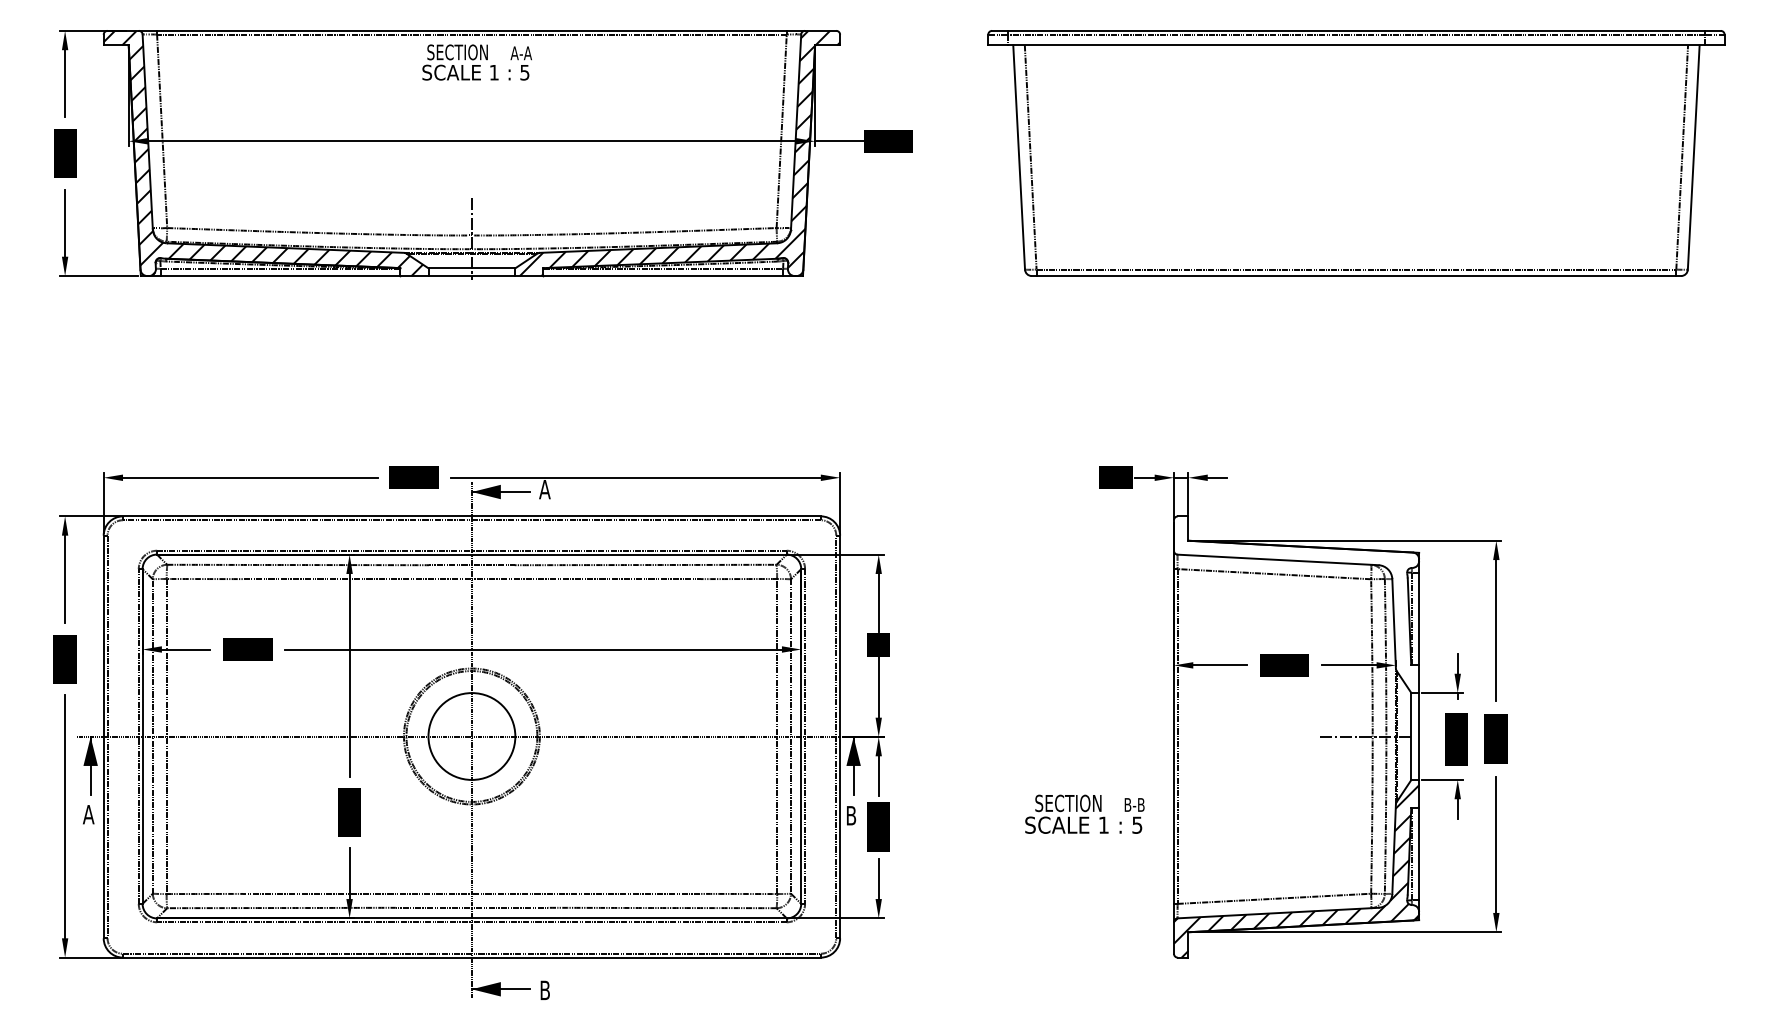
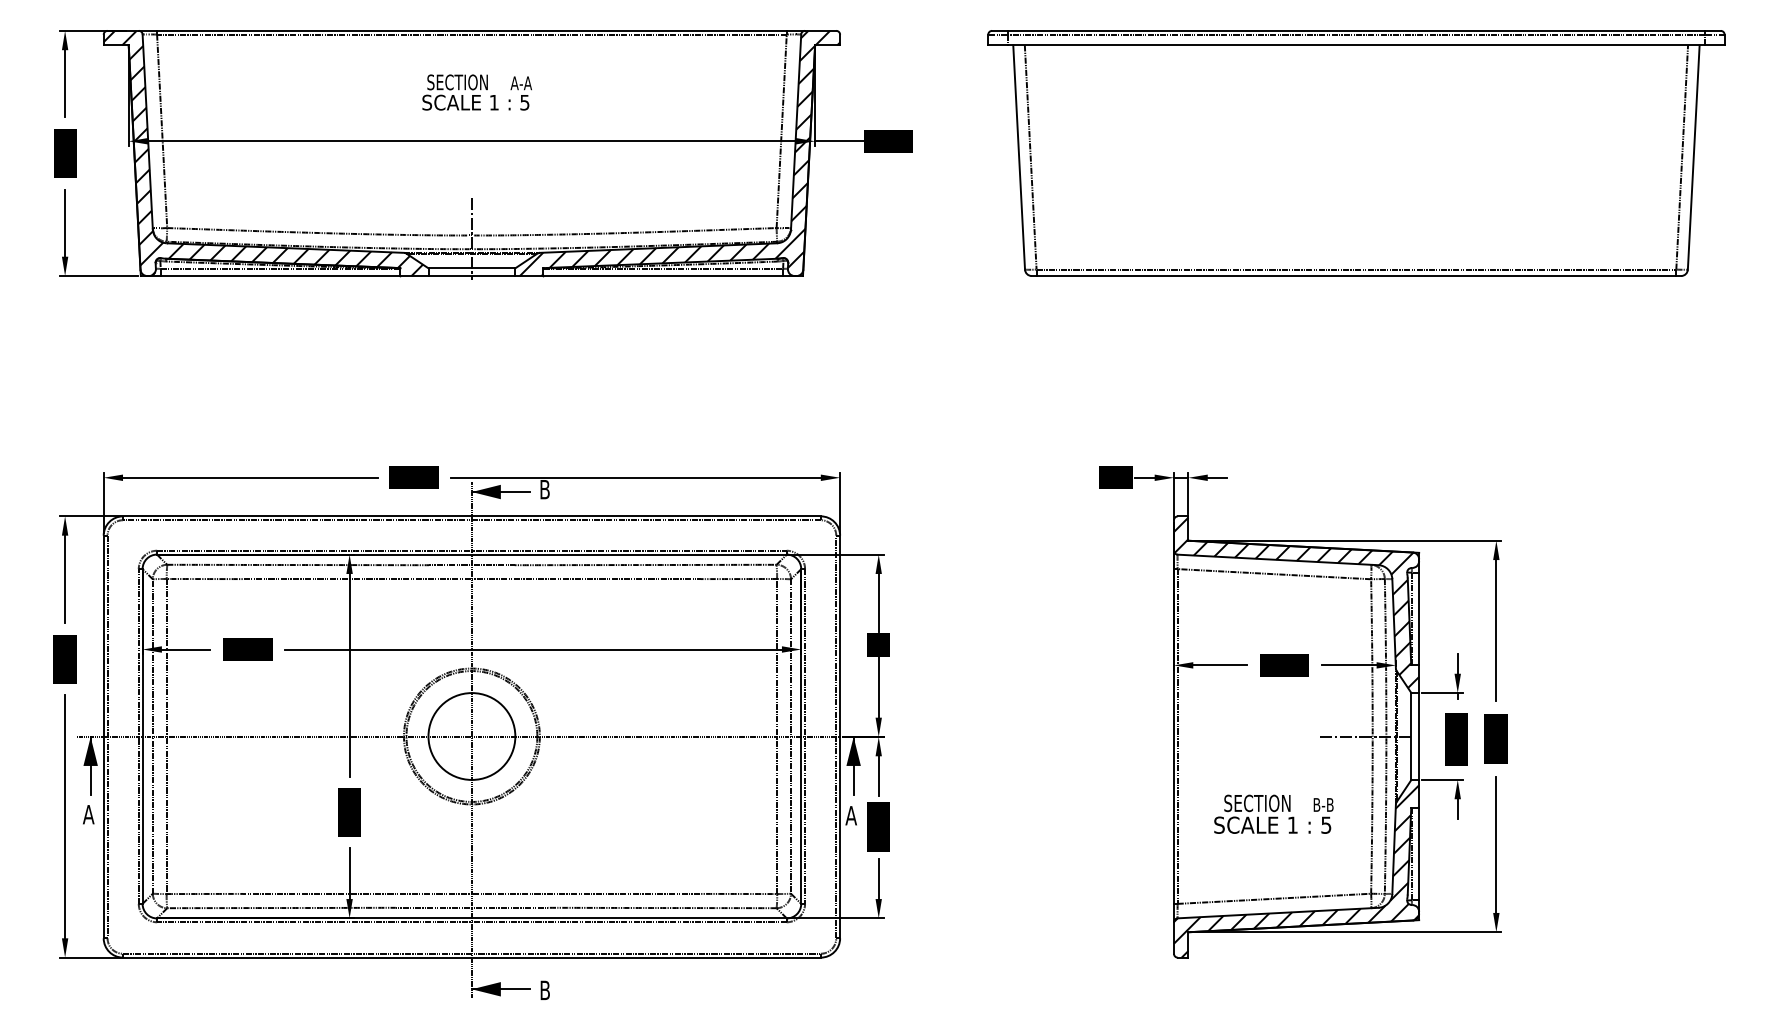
text at (476, 62) position: (476, 62) -> (476, 92)
text at (544, 489): A -> B
hatch at (1296, 602): none -> present
text at (1084, 813) position: (1084, 813) -> (1273, 813)
text at (850, 815): B -> A
